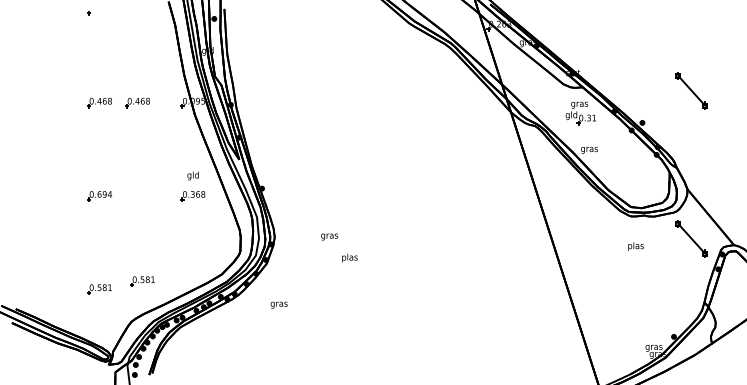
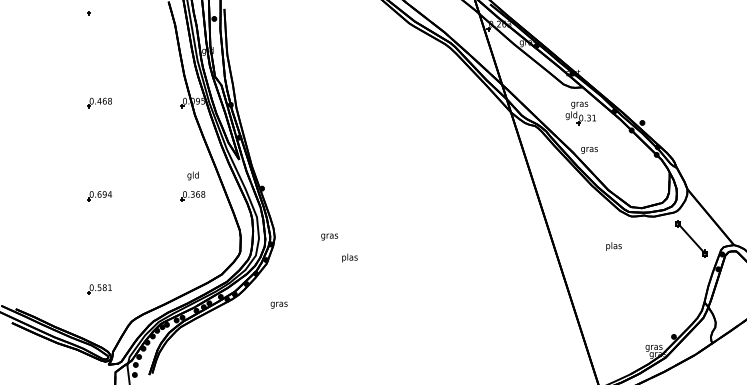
part at (691, 90): present -> none
part at (137, 102): present -> none
text at (635, 246) position: (635, 246) -> (613, 246)
part at (142, 281): present -> none
